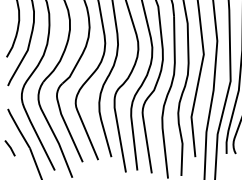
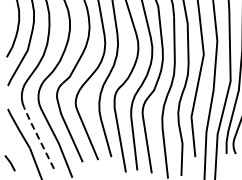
line at (37, 136): solid -> dashed
line at (9, 147) position: (9, 147) -> (9, 162)
